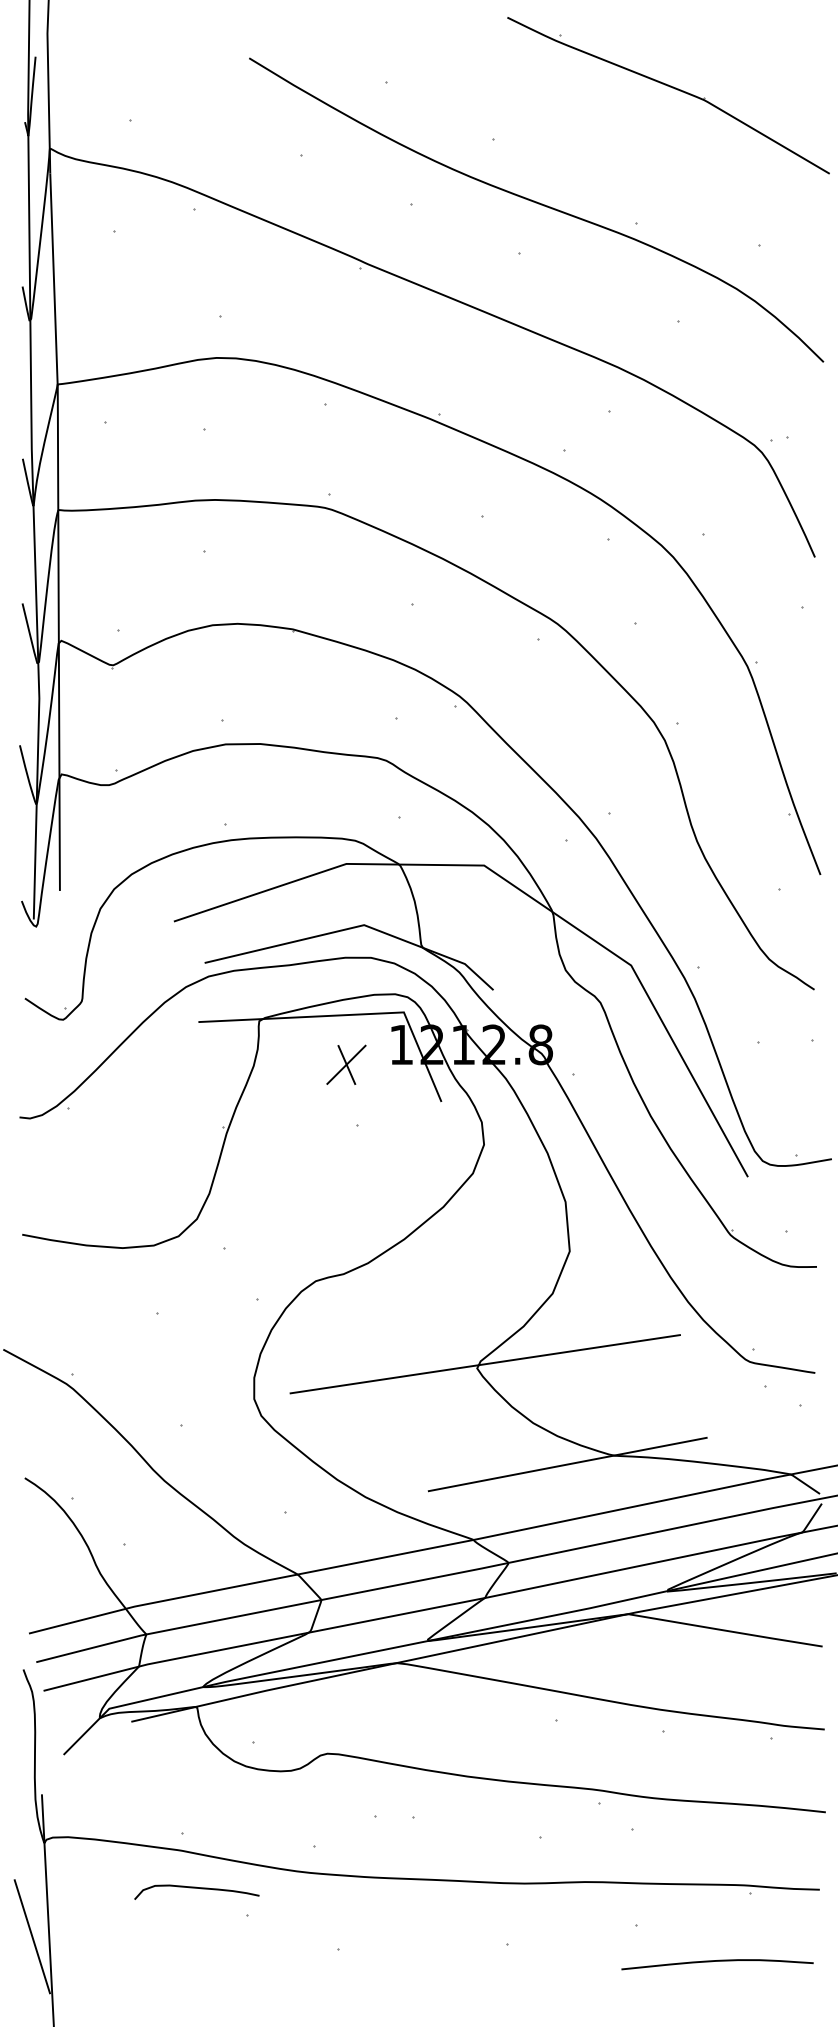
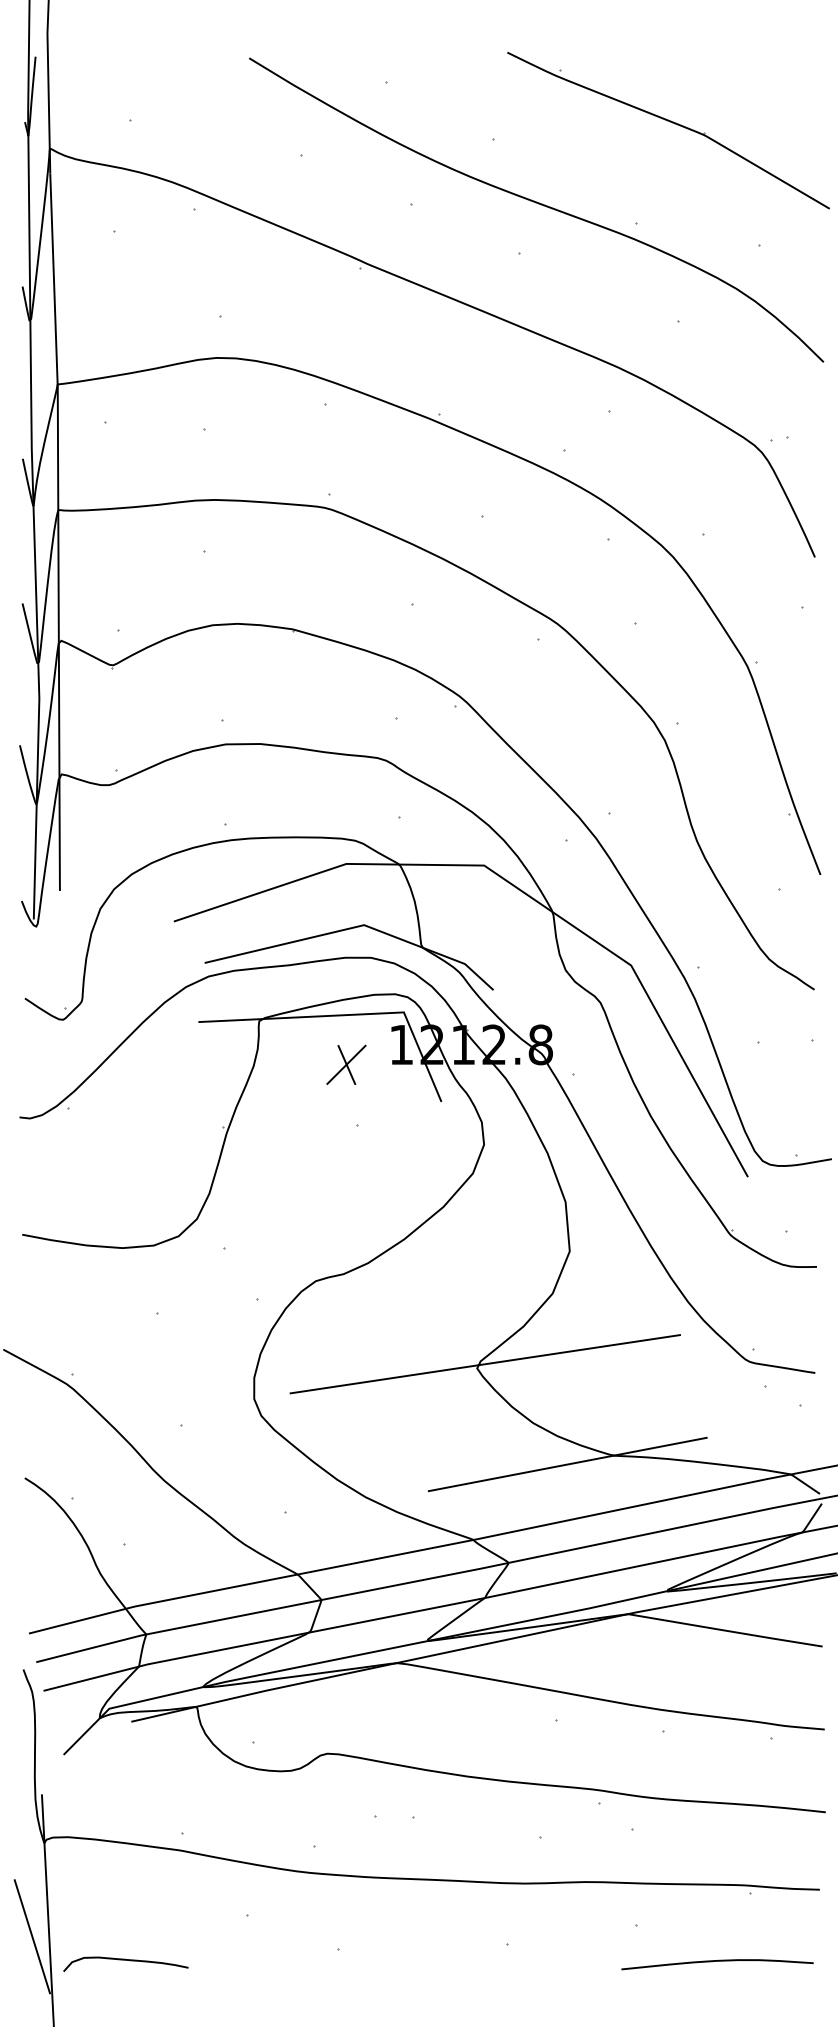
part at (669, 87) position: (669, 87) -> (669, 122)
curve at (196, 1888) position: (196, 1888) -> (125, 1960)
